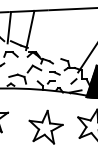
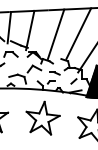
line at (78, 33): none -> present
line at (55, 34): none -> present
part at (45, 126) position: (45, 126) -> (42, 117)
